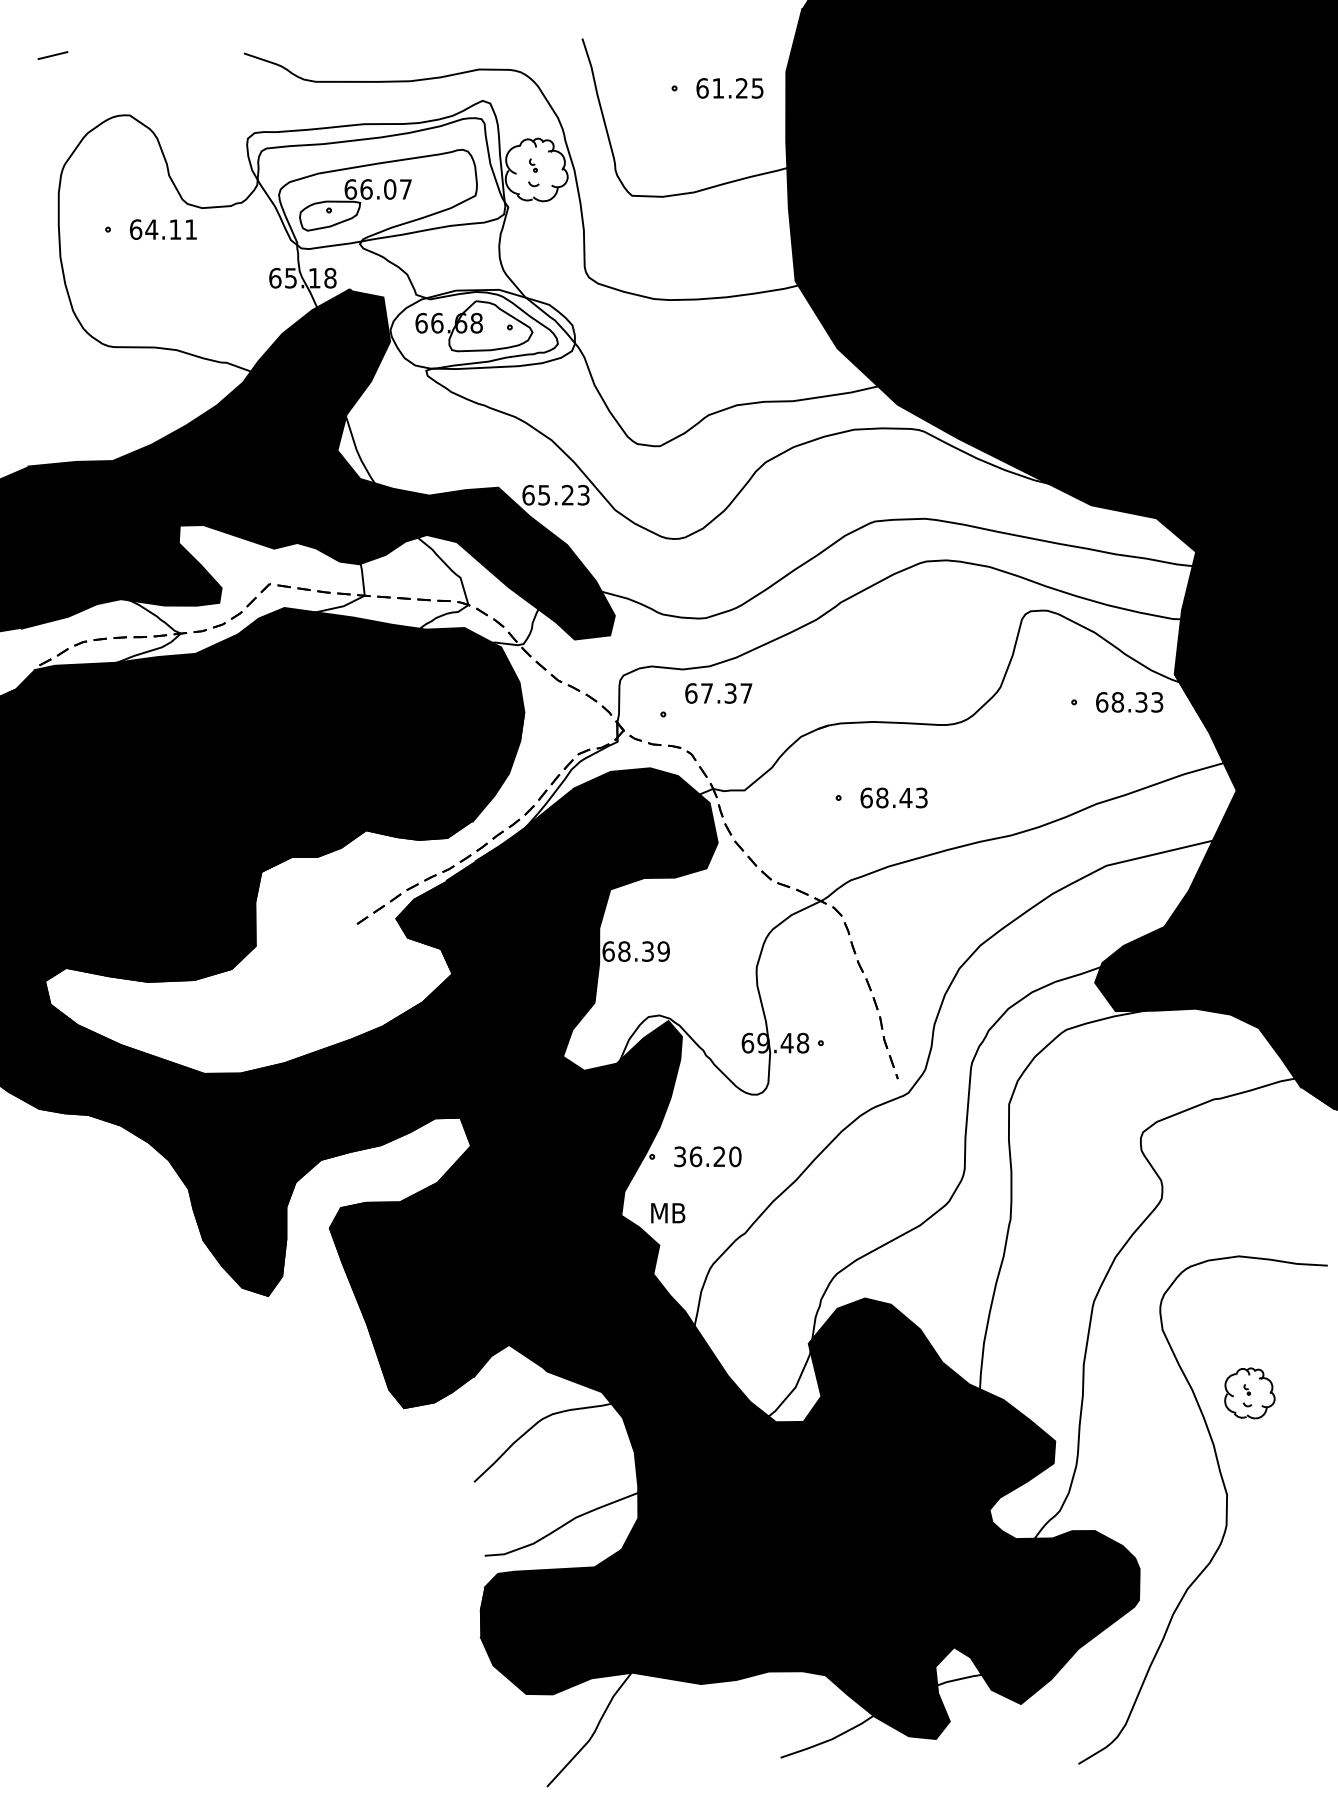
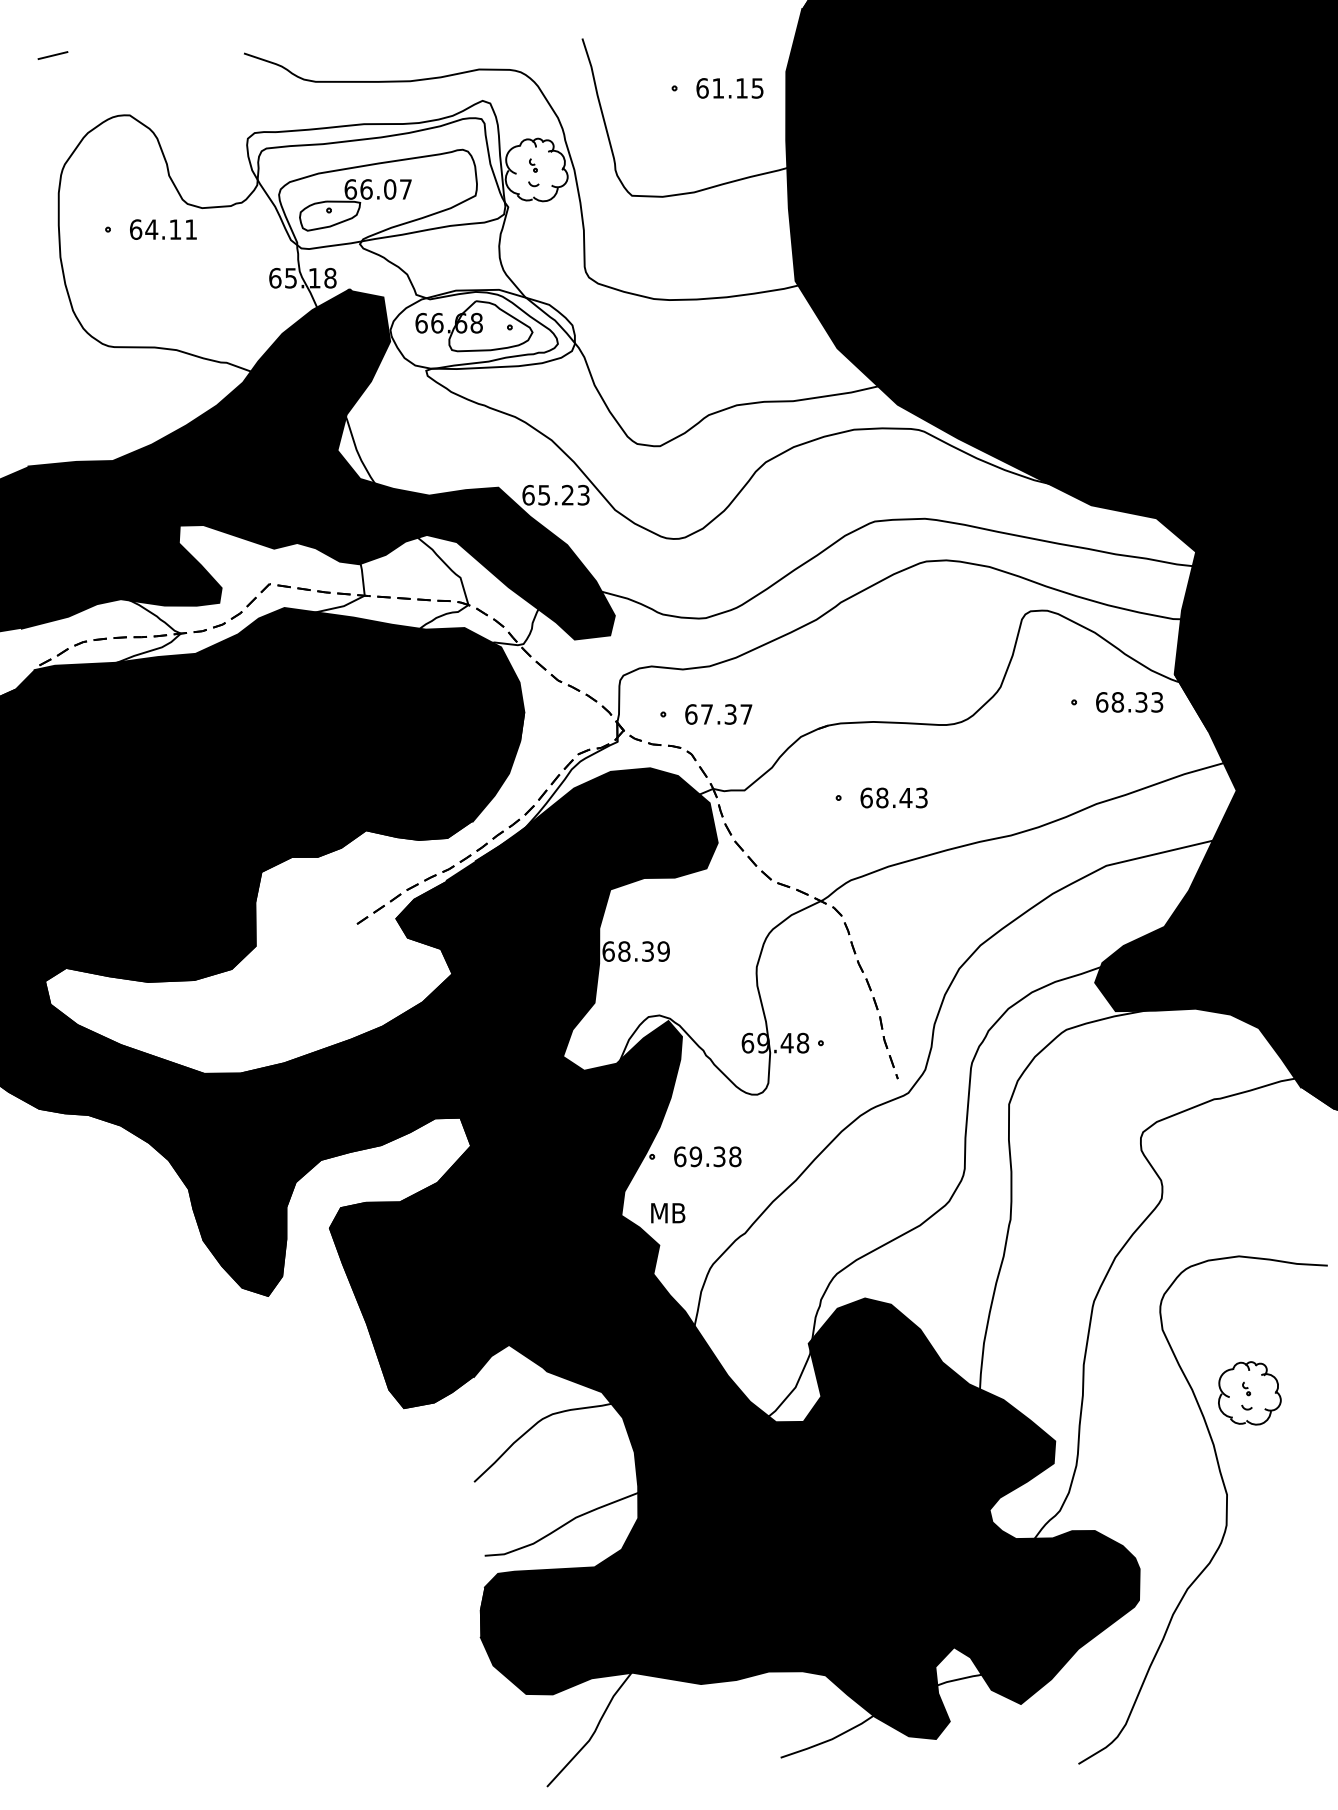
text at (741, 88): 61.25 -> 61.15
text at (718, 693) position: (718, 693) -> (718, 714)
text at (707, 1156): 36.20 -> 69.38
part at (1249, 1393) size: 52x53 px -> 64x65 px
